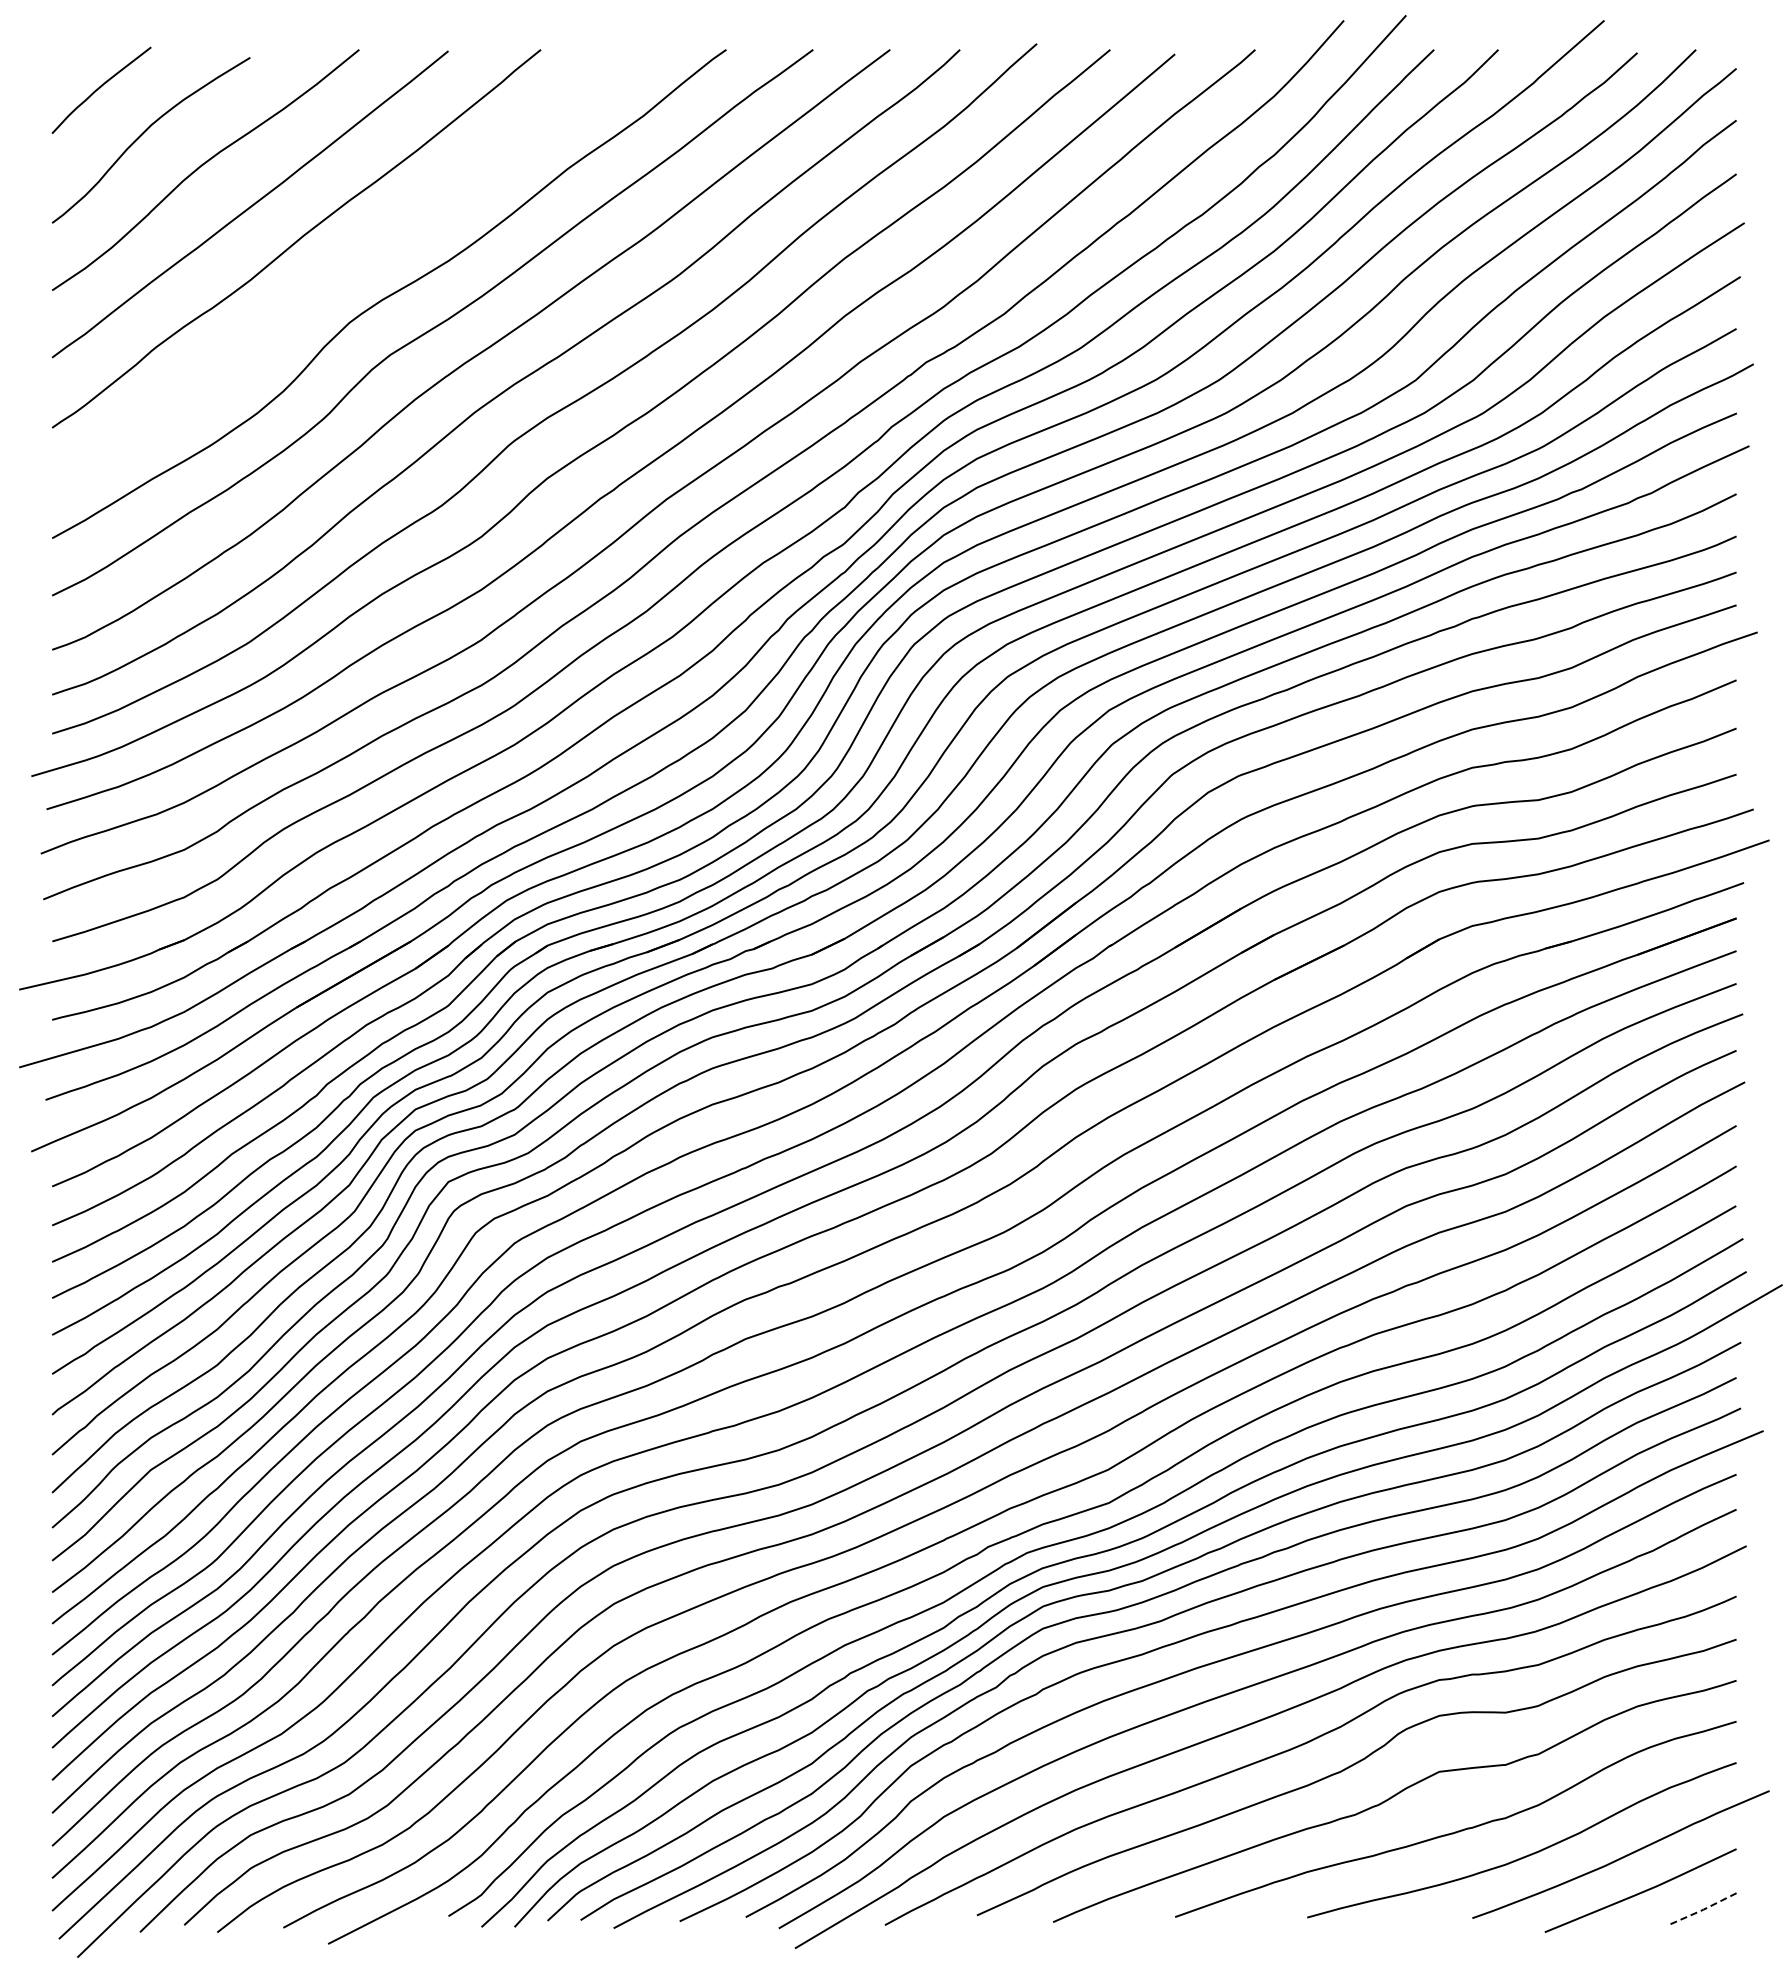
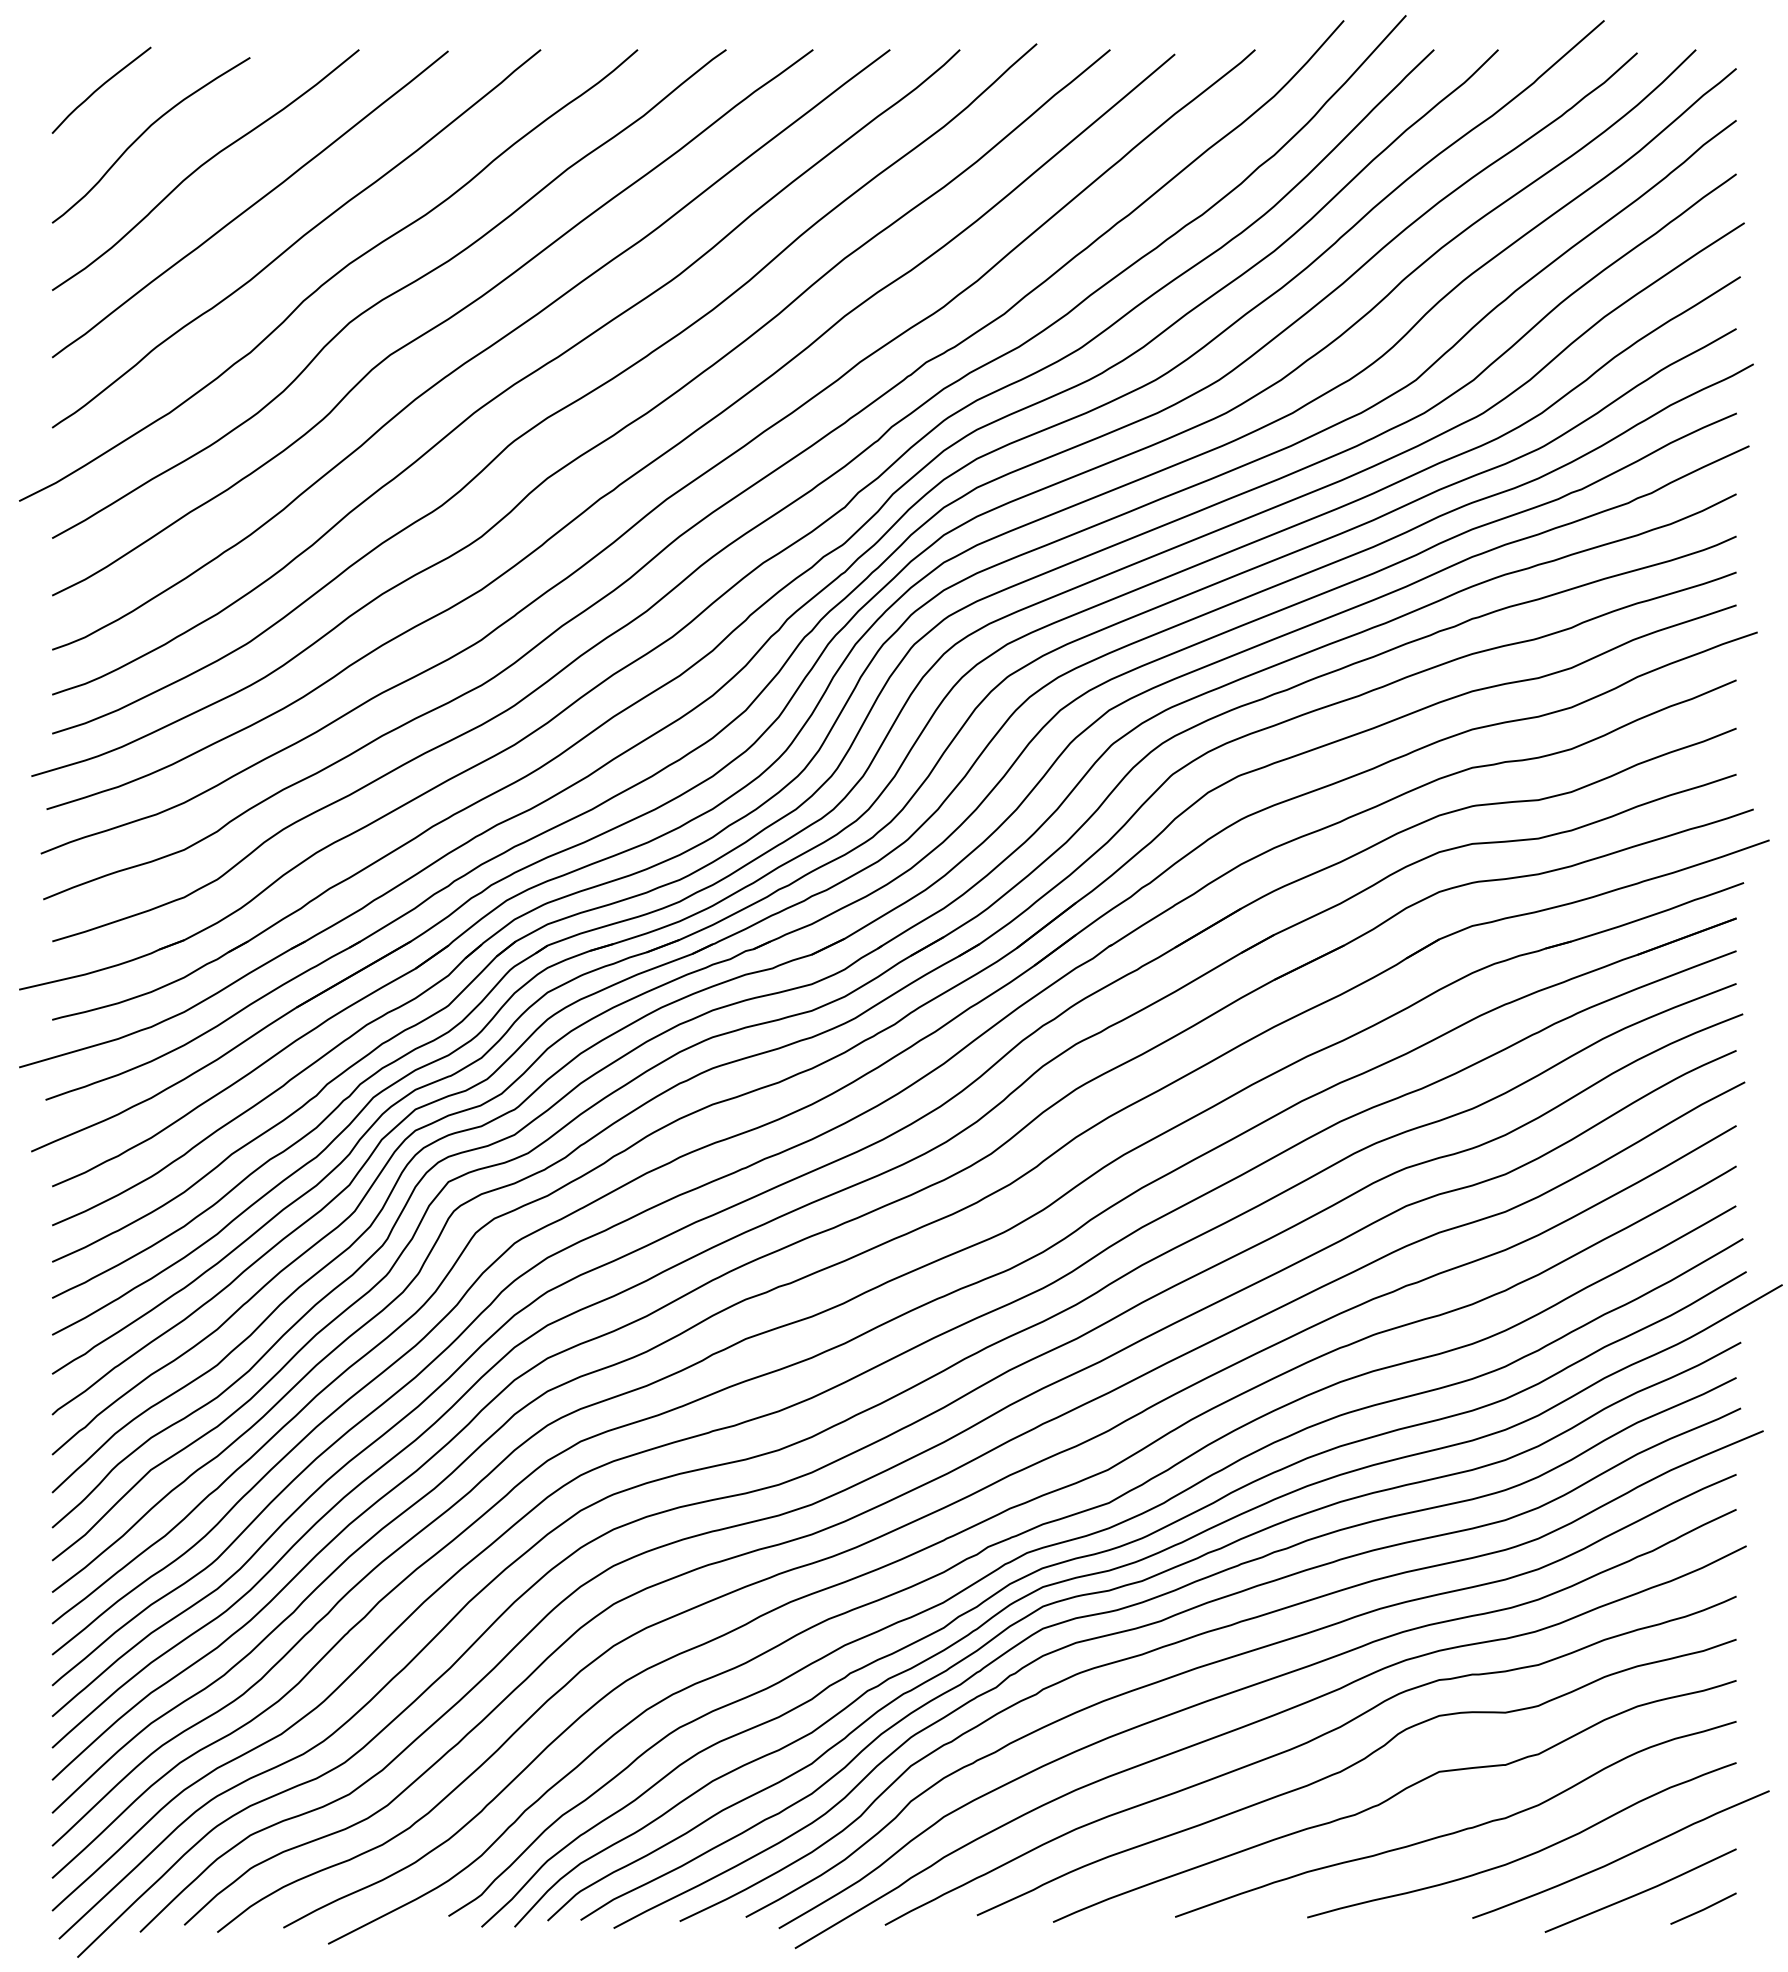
curve at (330, 277): none -> present
line at (1703, 1909): dashed -> solid
